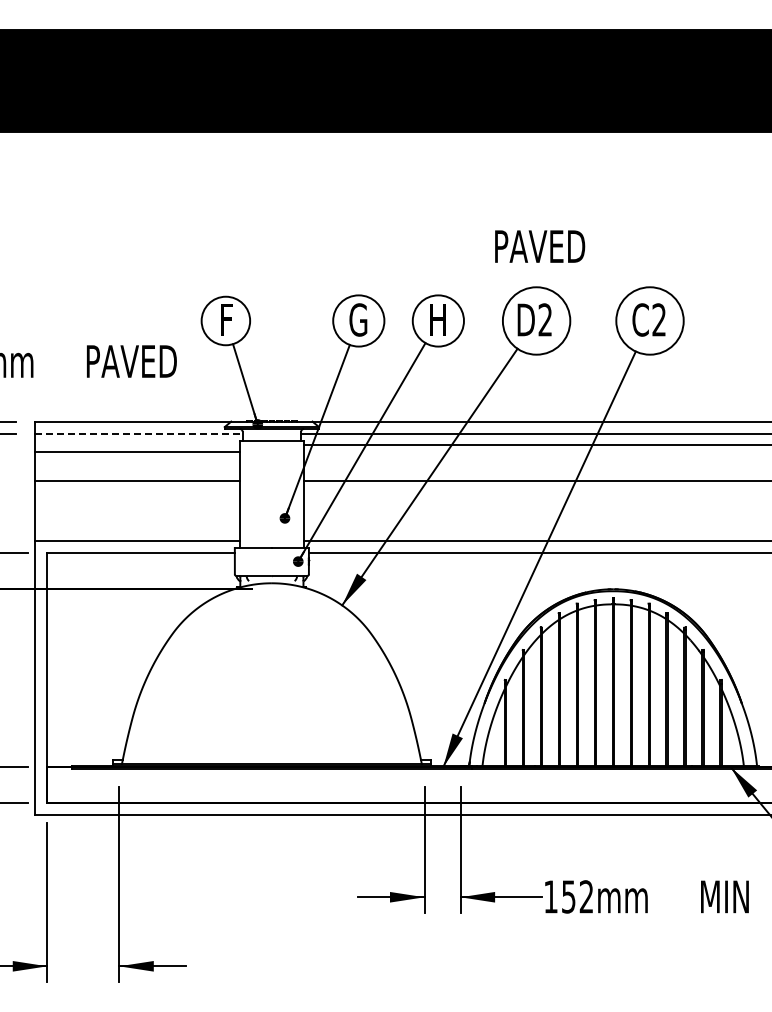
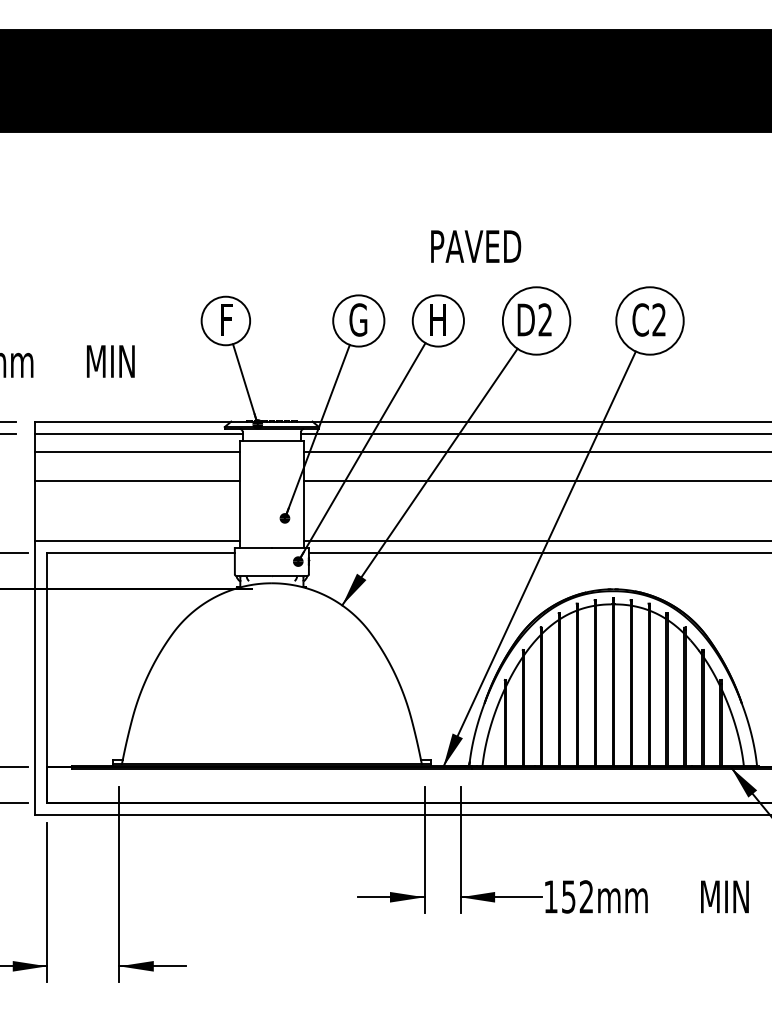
text at (540, 246) position: (540, 246) -> (476, 246)
text at (132, 361): PAVED -> MIN
line at (139, 433): dashed -> solid
line at (535, 444) position: (535, 444) -> (535, 451)
